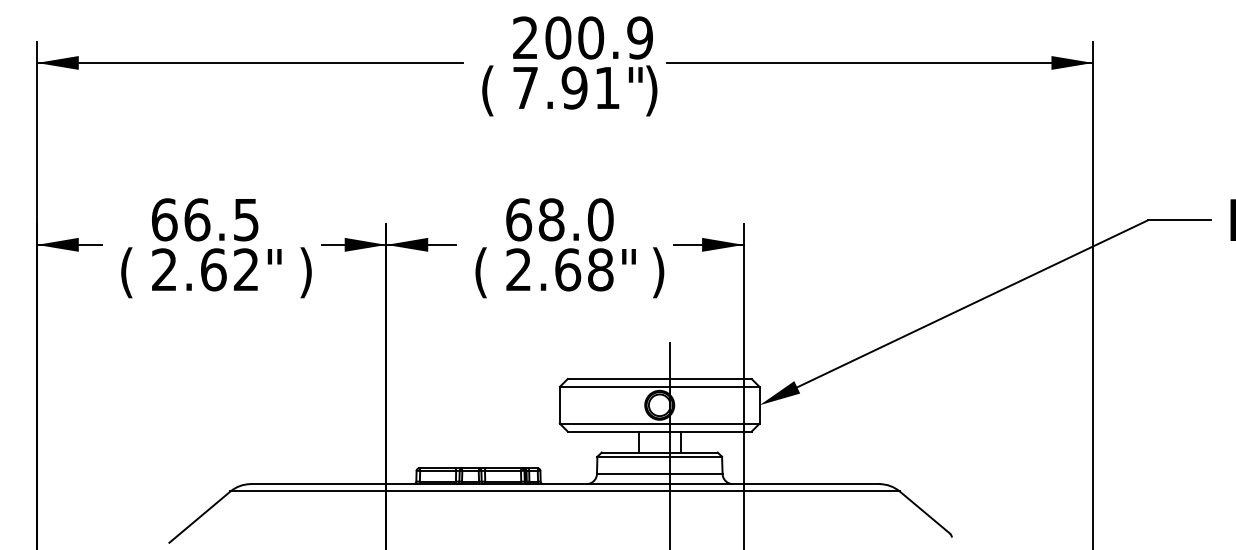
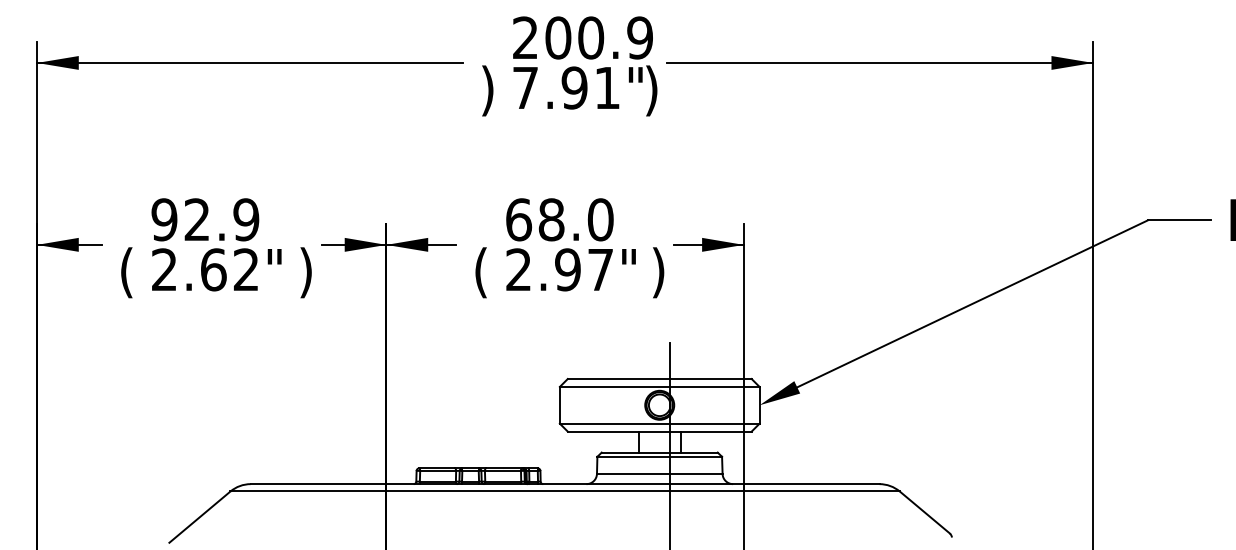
text at (487, 90): ( -> )
text at (205, 219): 66.5 -> 92.9
text at (584, 269): 2.68" -> 2.97"
